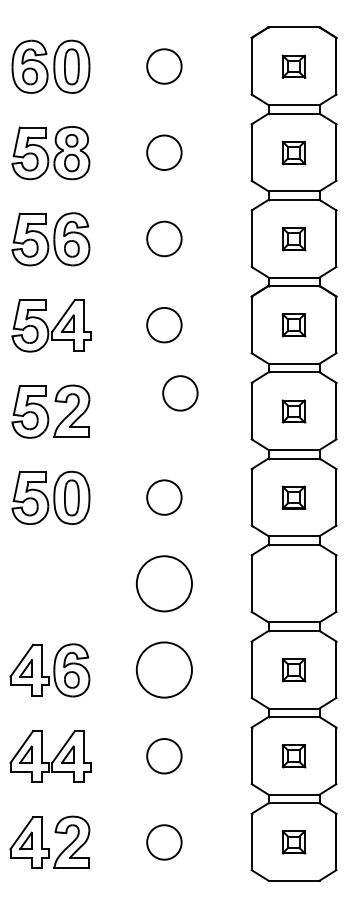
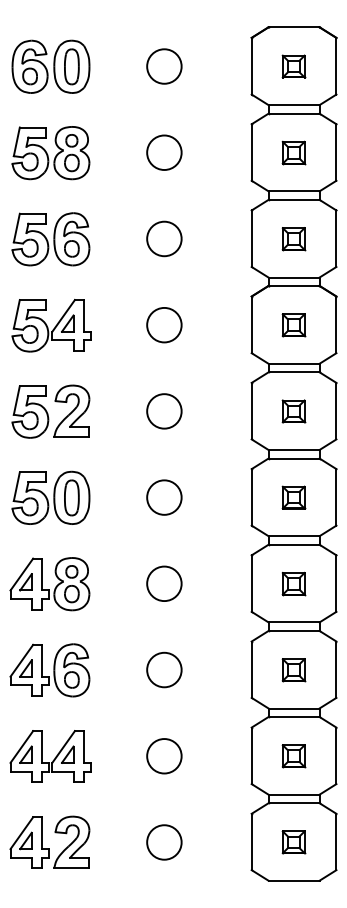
circle at (180, 393) position: (180, 393) -> (164, 411)
circle at (163, 583) diameter: 55 px -> 34 px
part at (293, 583): none -> present
part at (49, 584): none -> present
circle at (163, 669) diameter: 55 px -> 34 px
